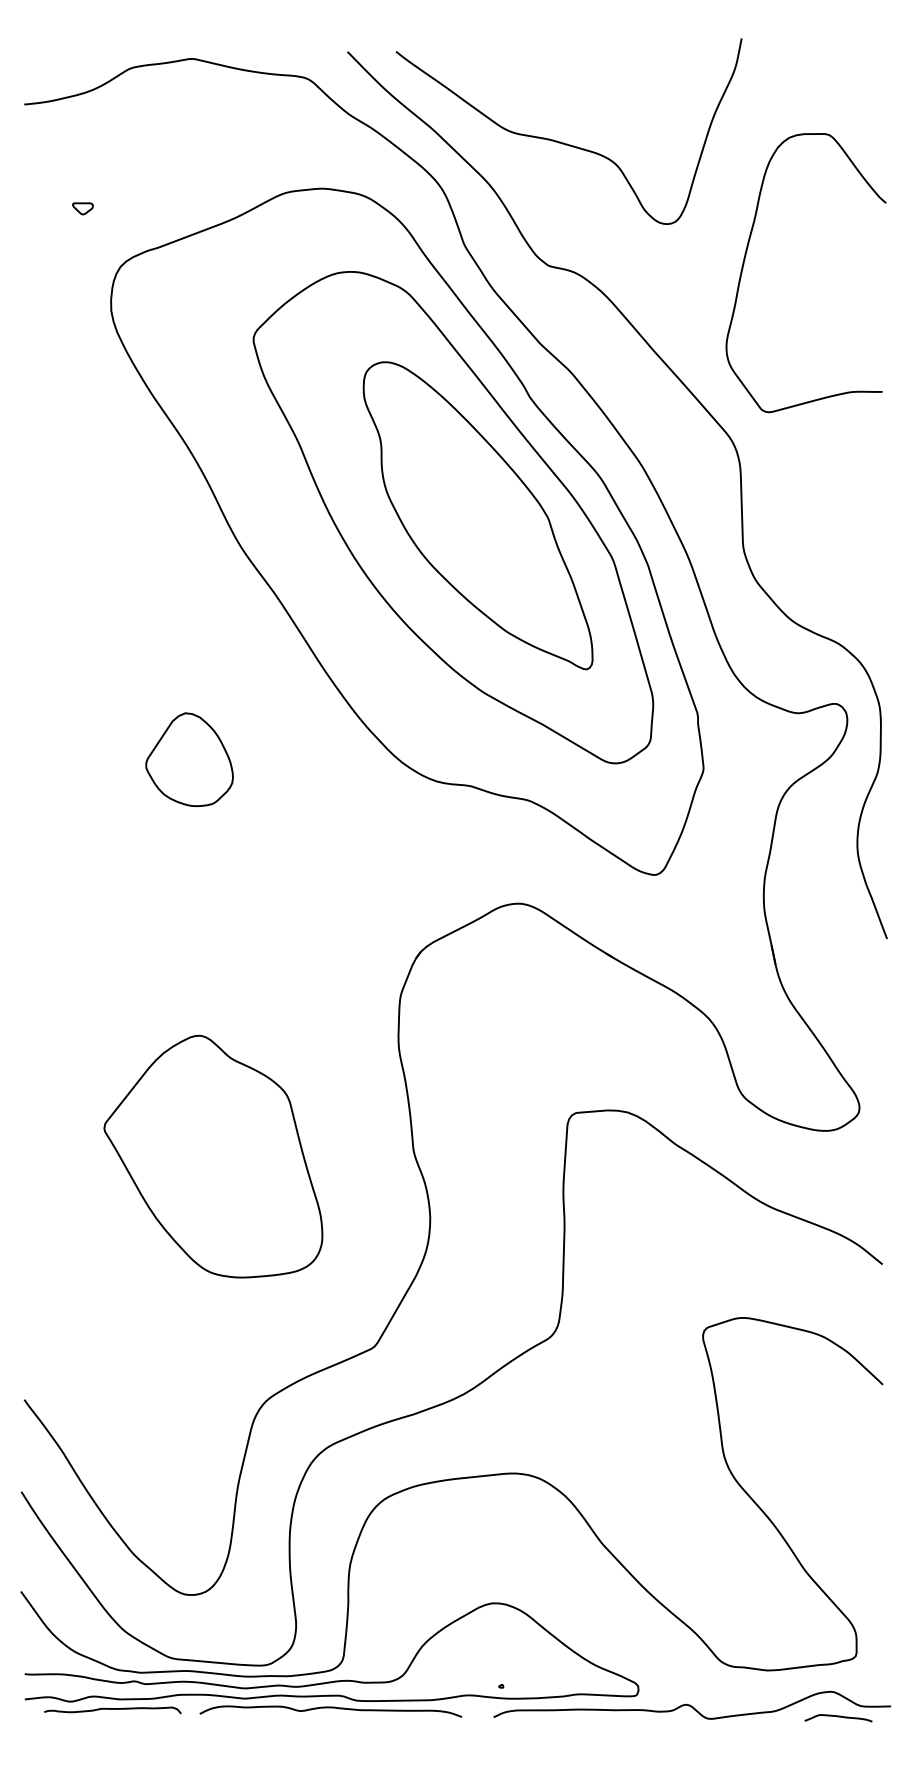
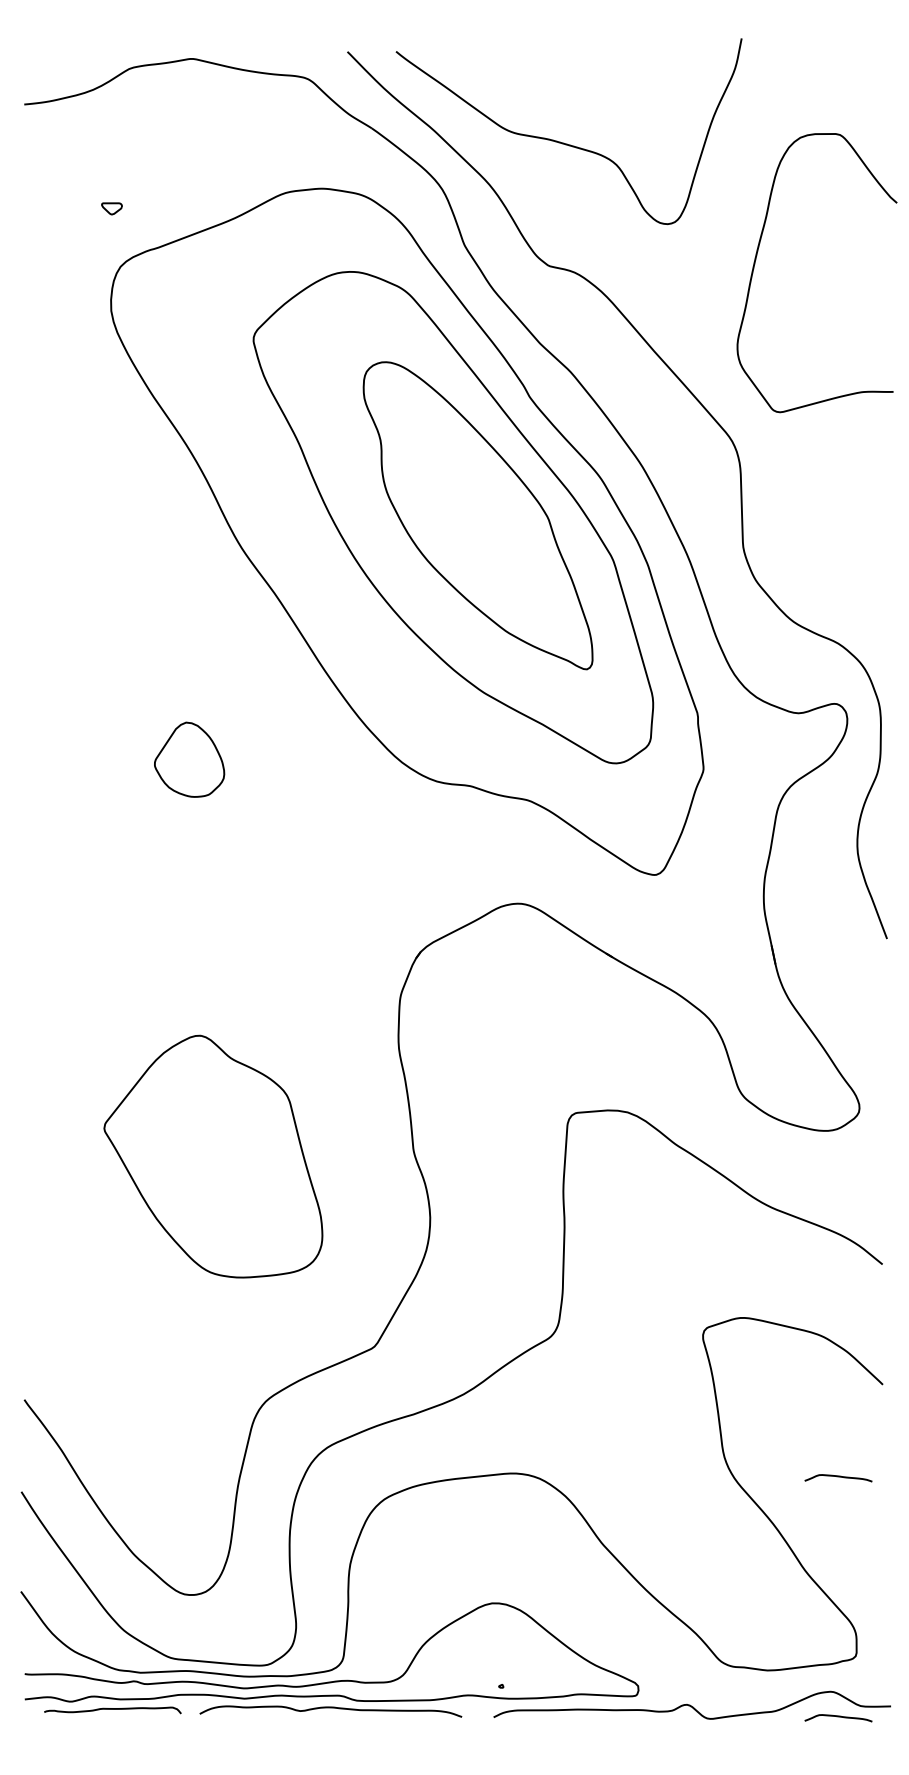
part at (82, 208) position: (82, 208) -> (111, 208)
curve at (745, 260) position: (745, 260) -> (756, 260)
part at (189, 759) size: 89x96 px -> 72x77 px
curve at (838, 1477): none -> present
